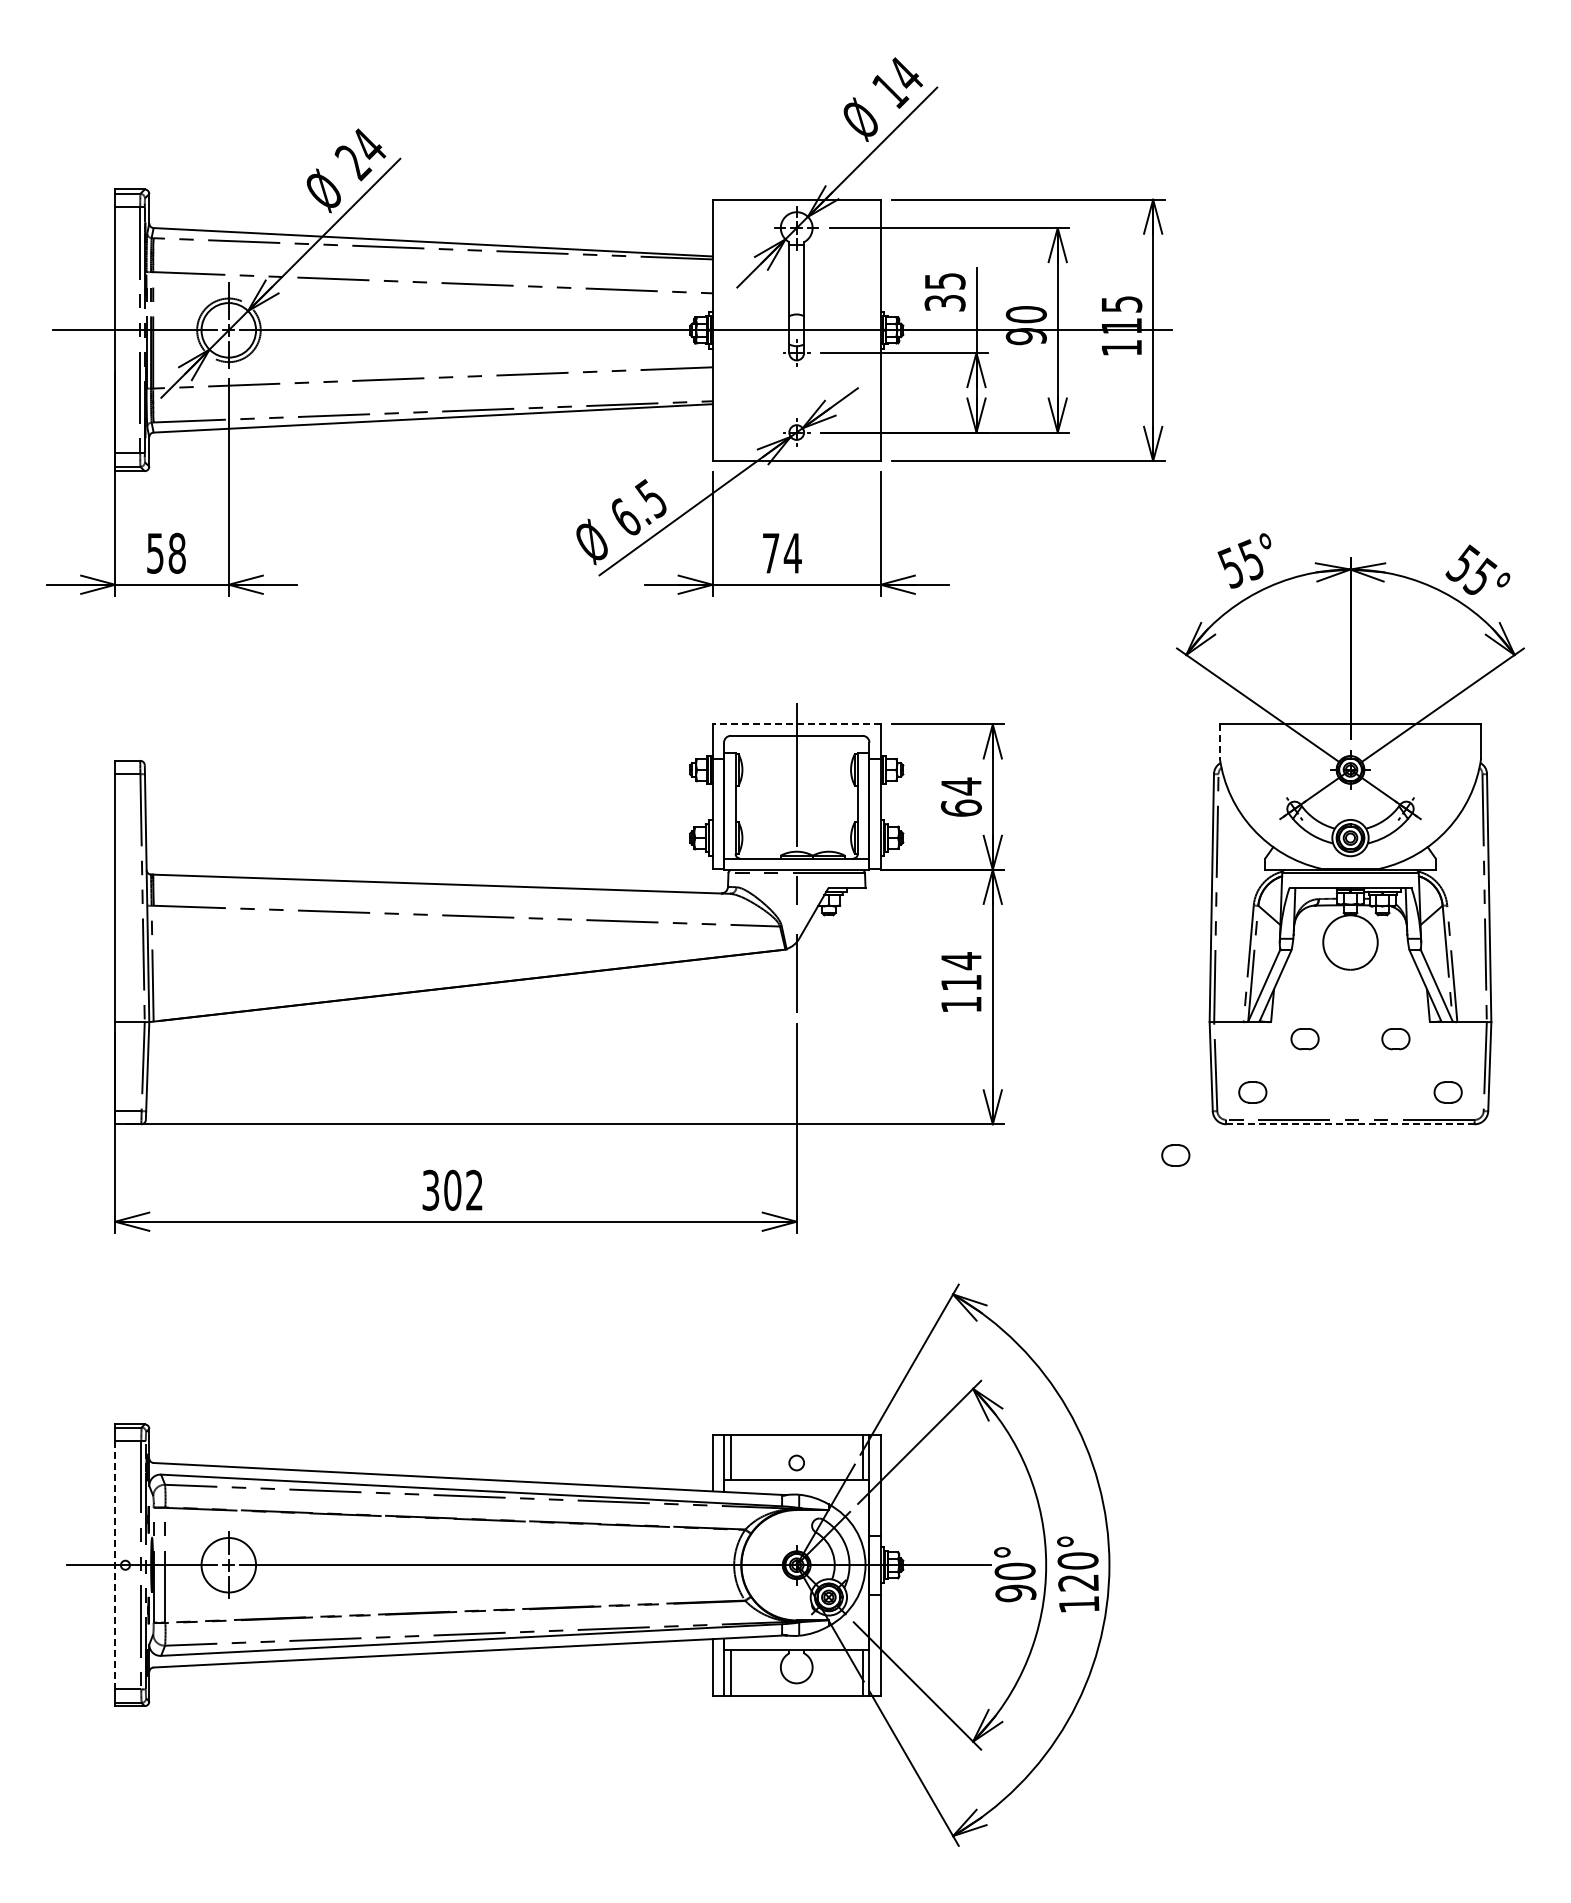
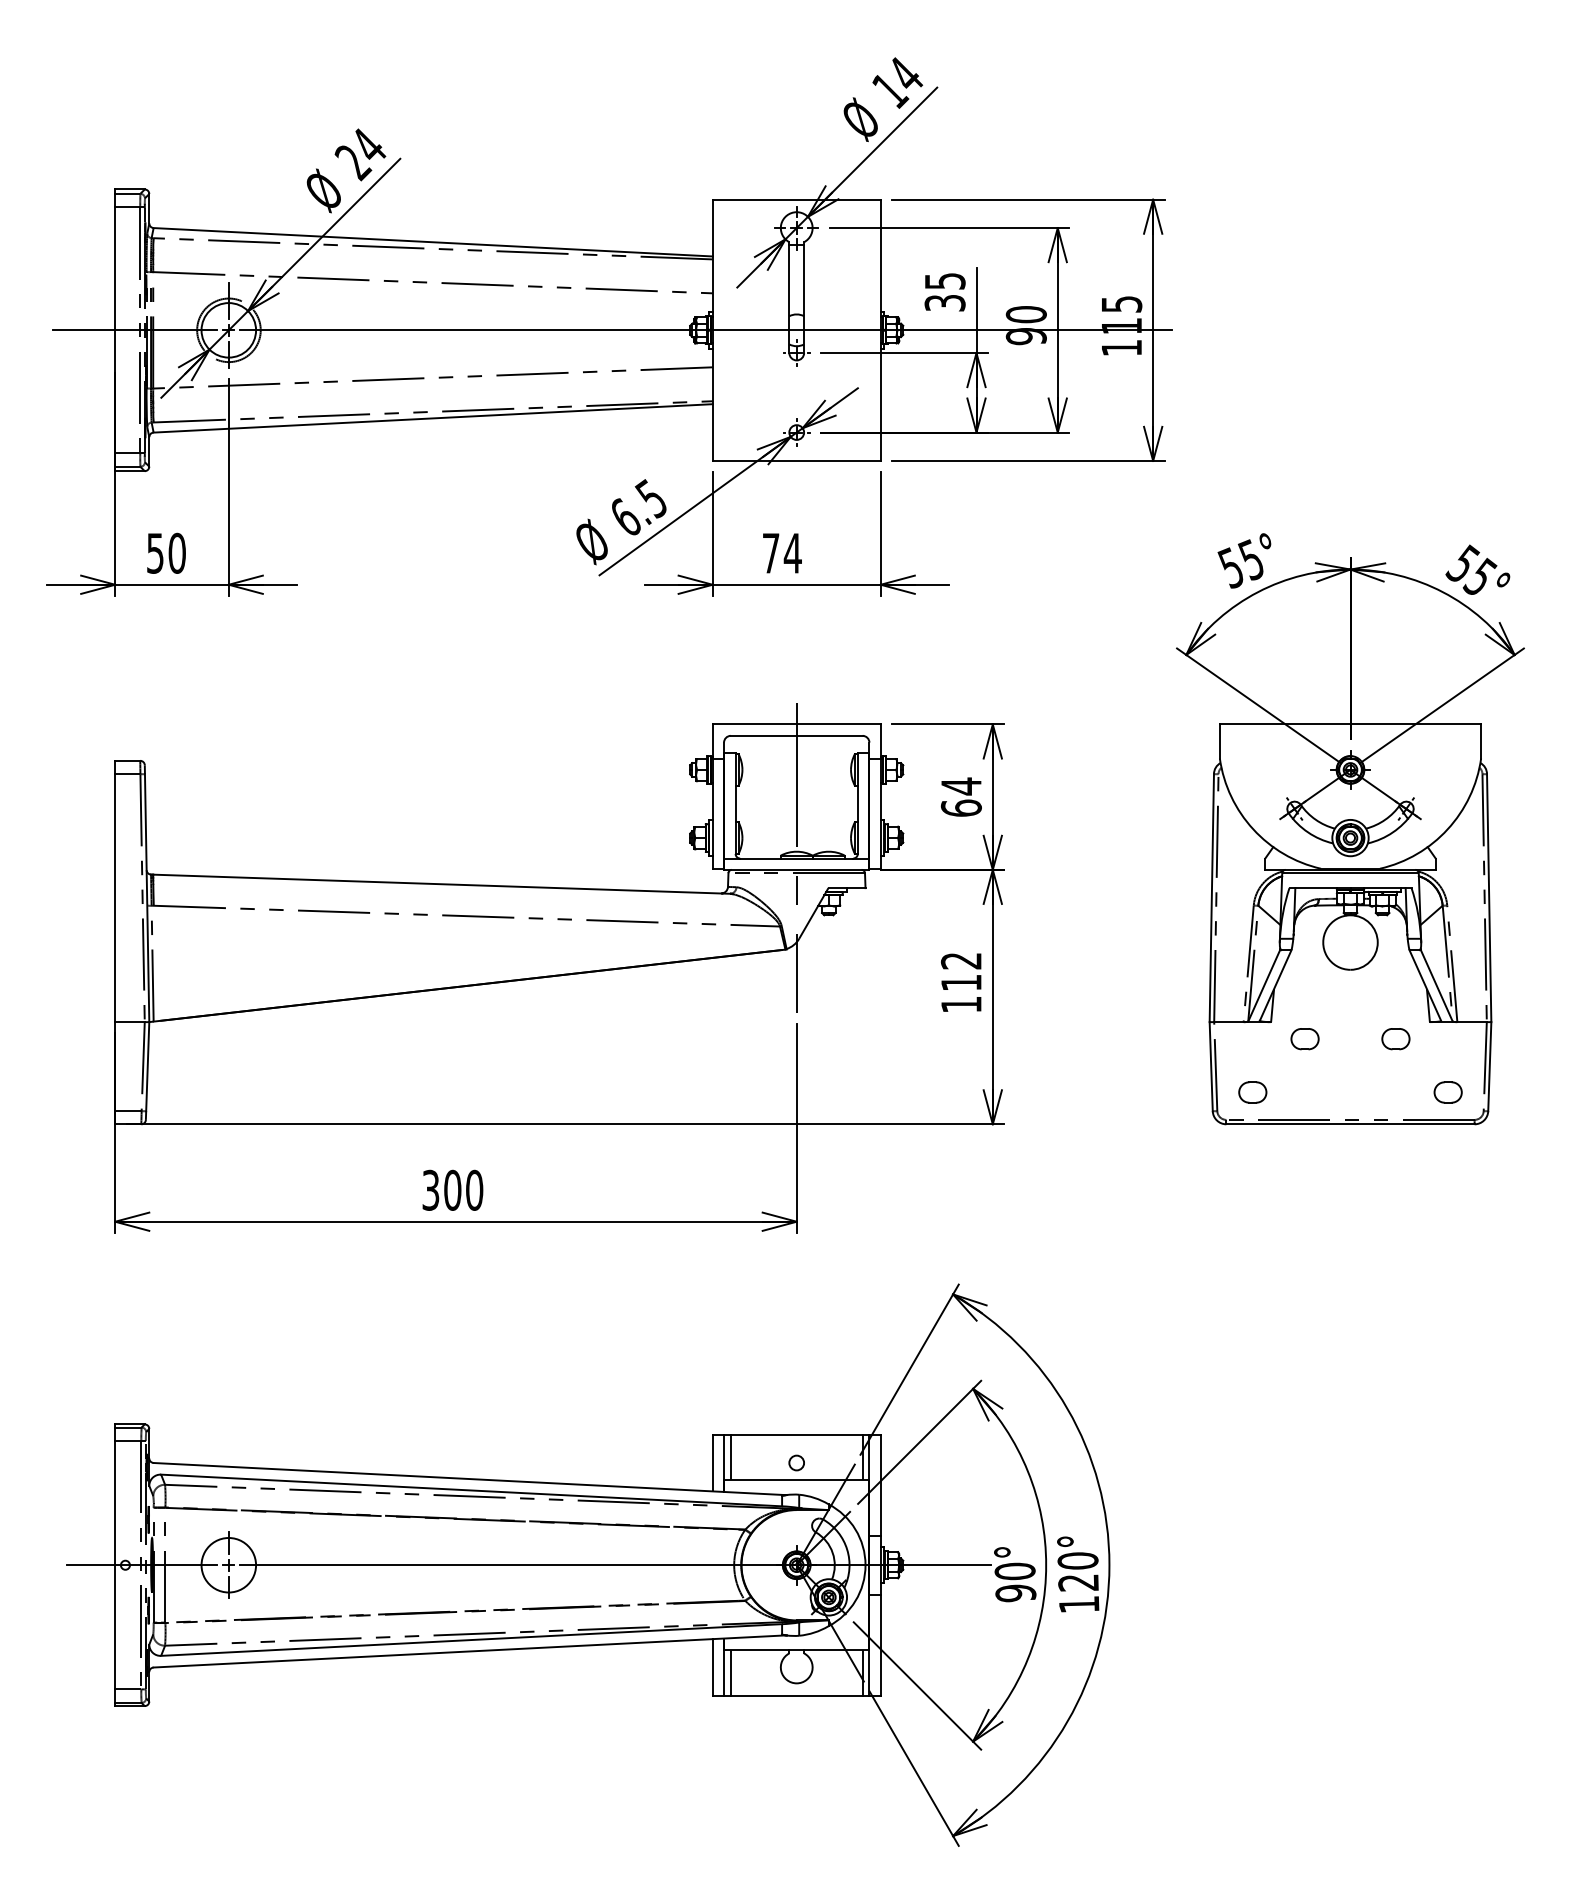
text at (176, 553): 58 -> 50
line at (796, 724): dashed -> solid
line at (1219, 742): dashed -> solid
text at (960, 961): 114 -> 112
line at (1351, 1124): dashed -> solid
part at (1175, 1155): present -> none
text at (474, 1189): 302 -> 300
line at (115, 1565): dashed -> solid
